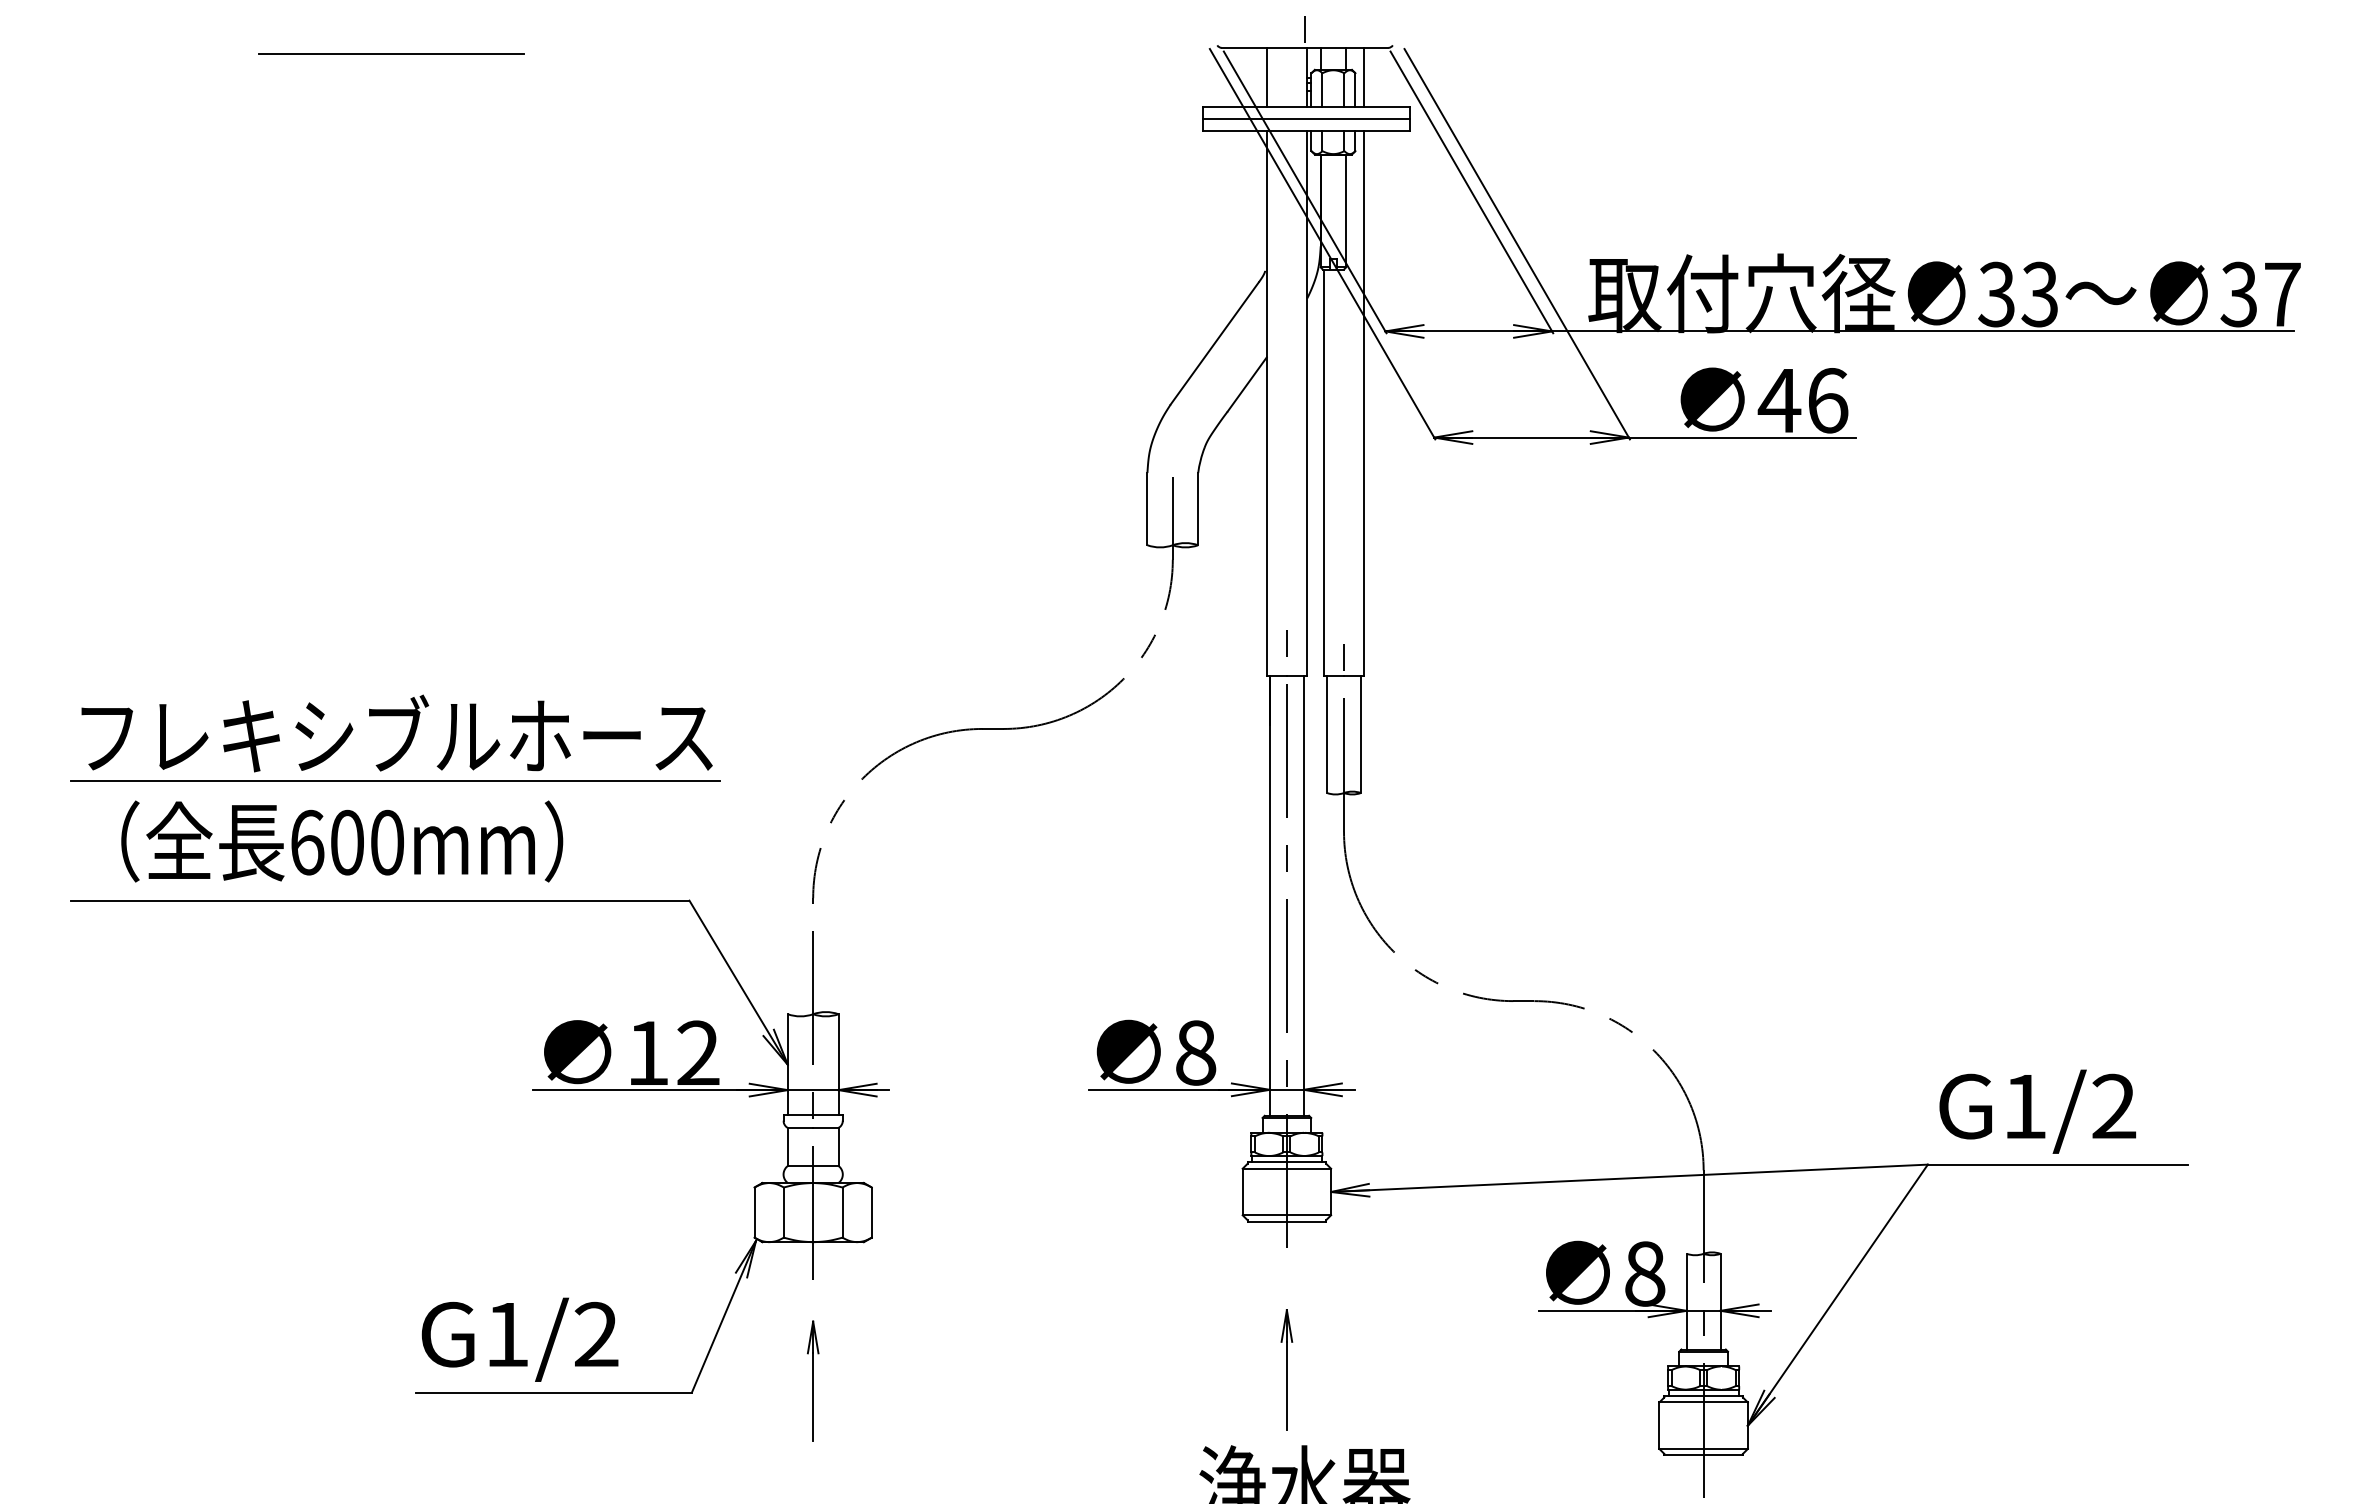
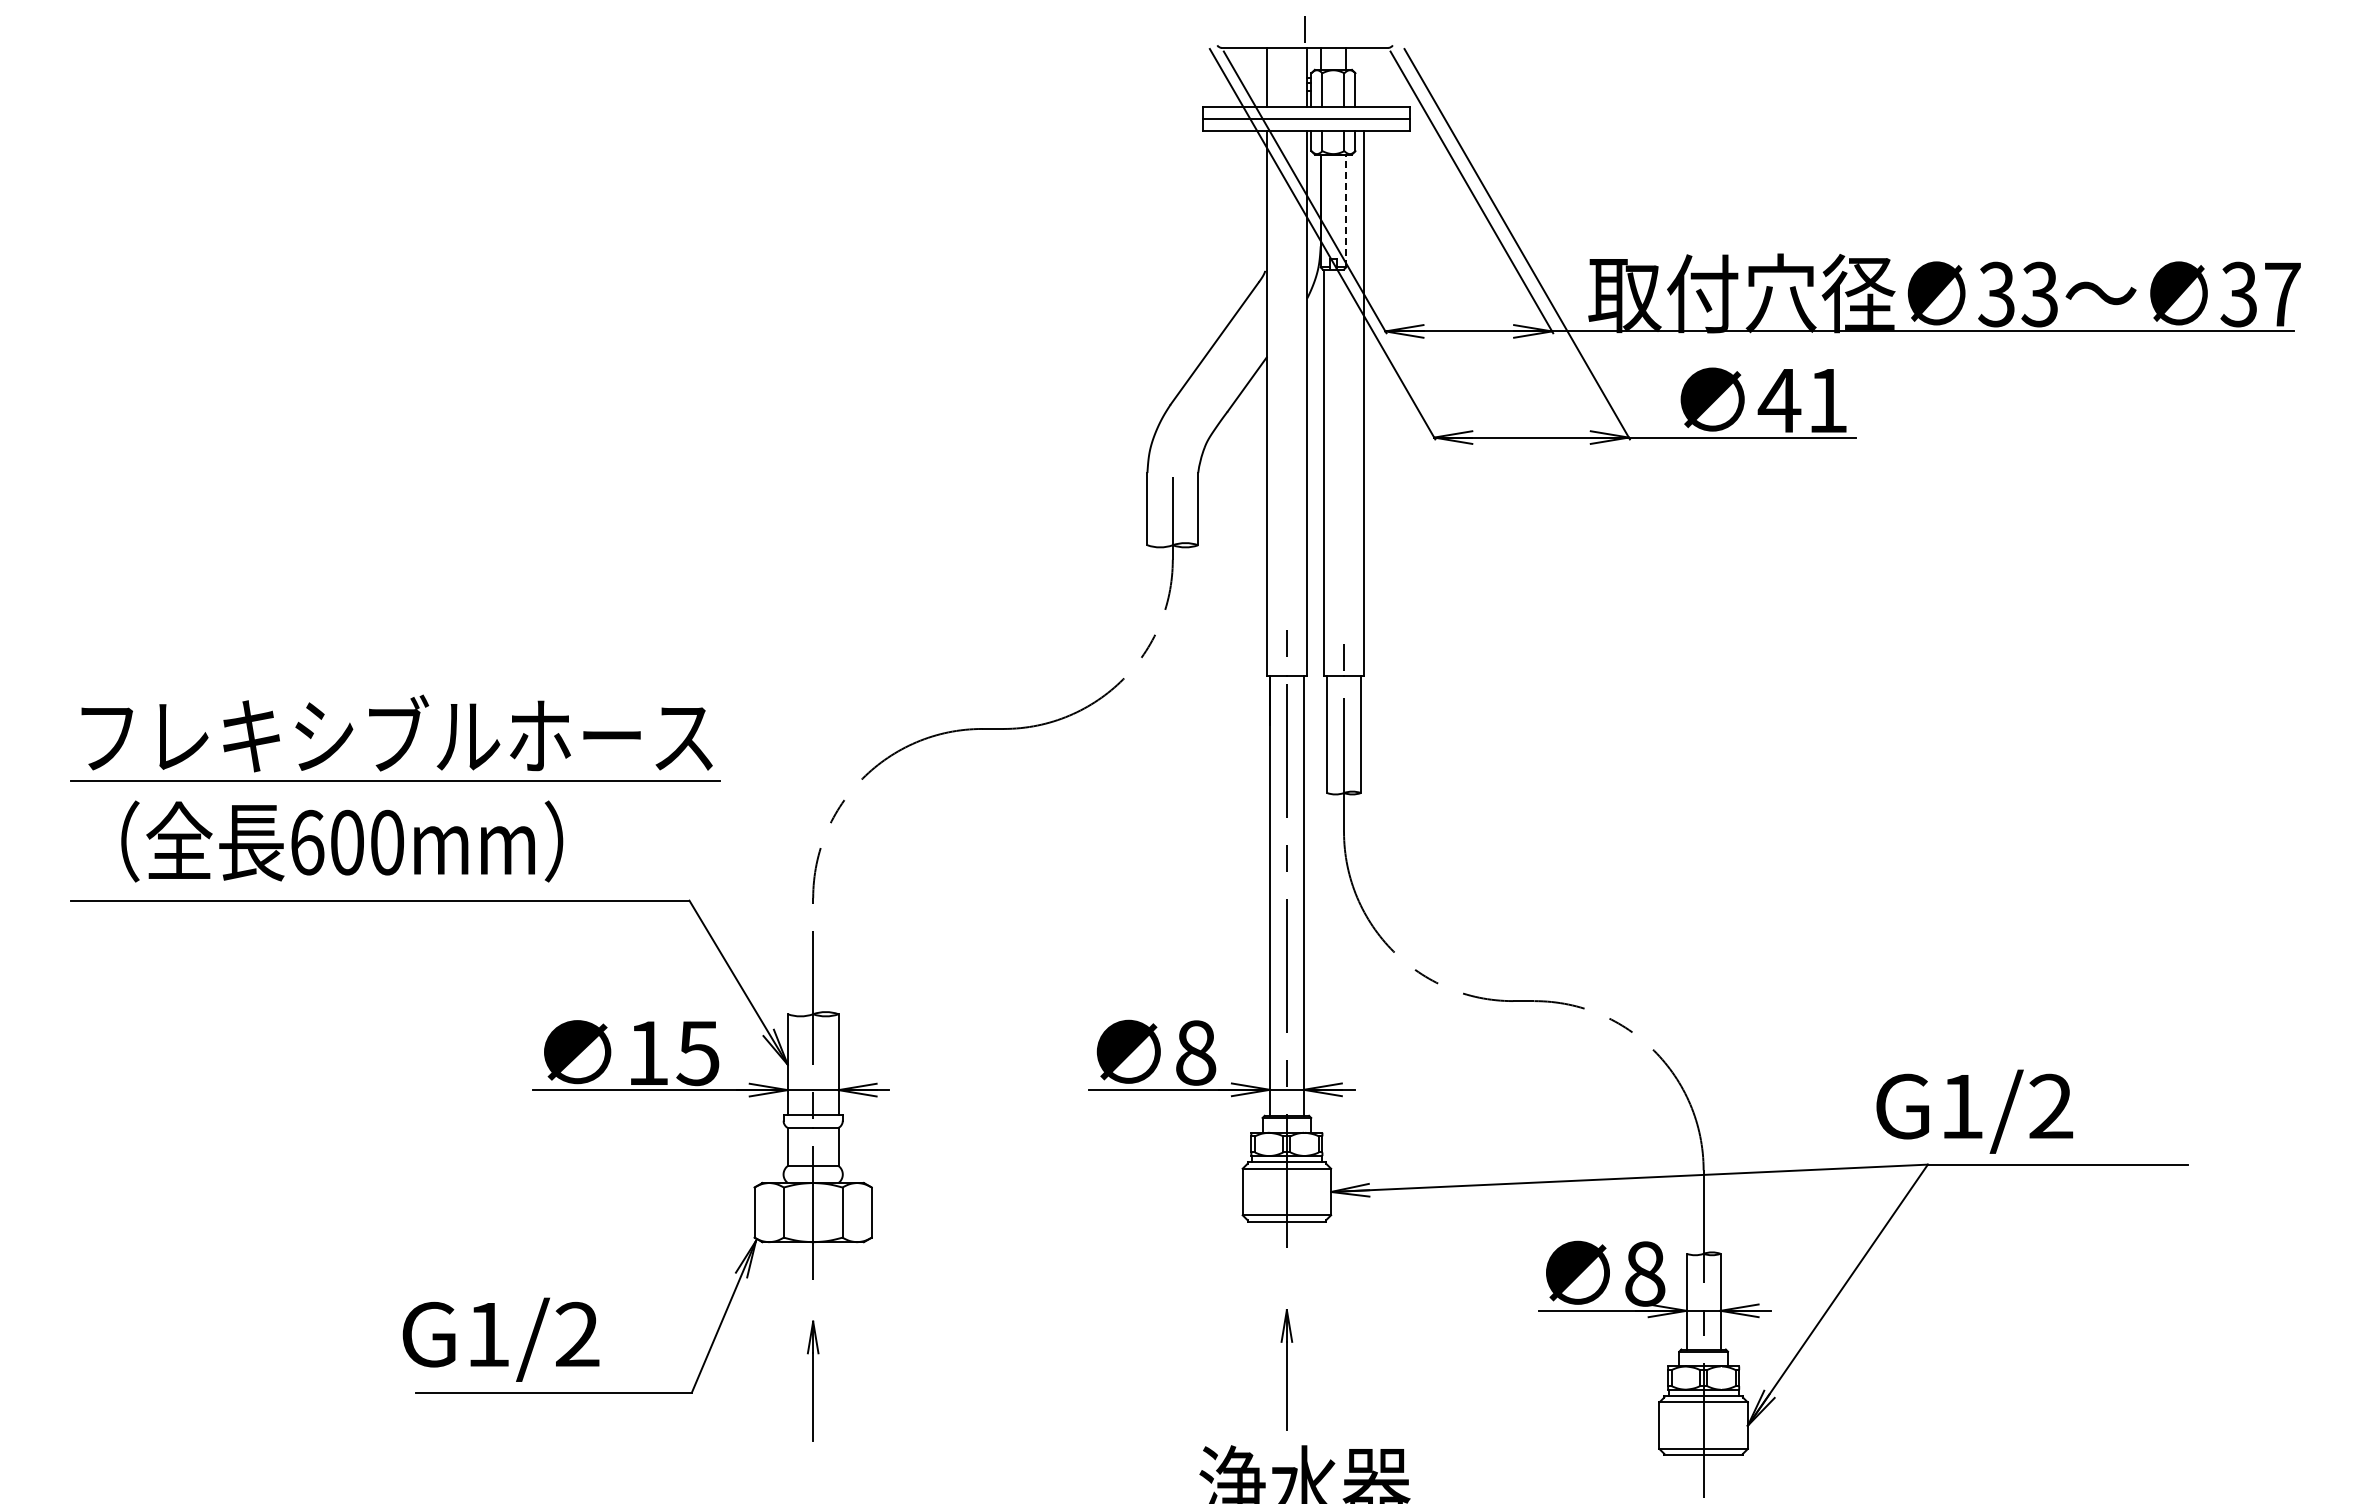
line at (391, 53): present -> none
line at (1364, 77): present -> none
line at (1346, 210): solid -> dashed
text at (1828, 400): 46 -> 41
text at (697, 1053): 12 -> 15
text at (2037, 1111) position: (2037, 1111) -> (1974, 1111)
text at (519, 1339) position: (519, 1339) -> (500, 1339)
